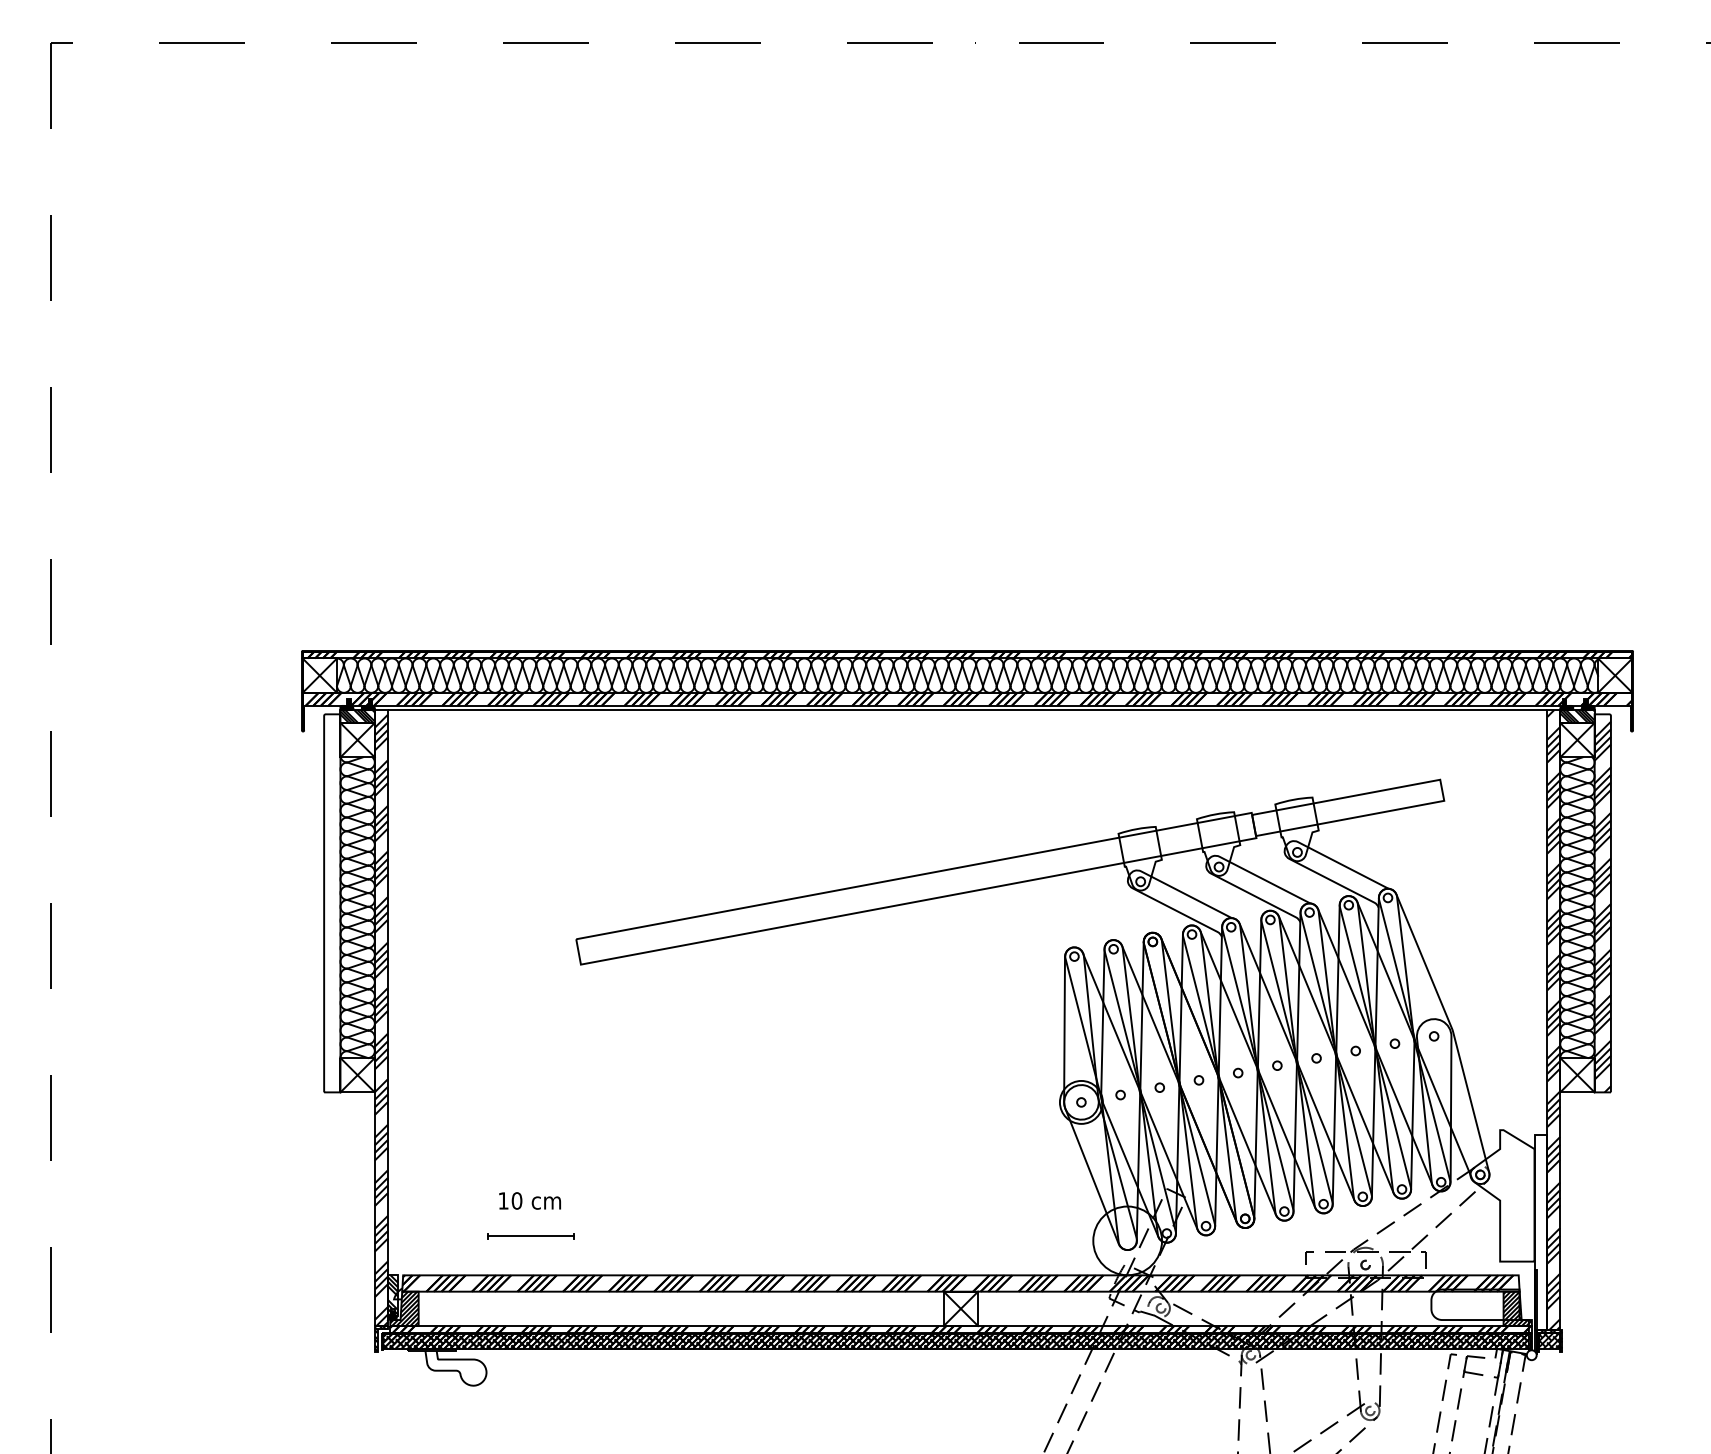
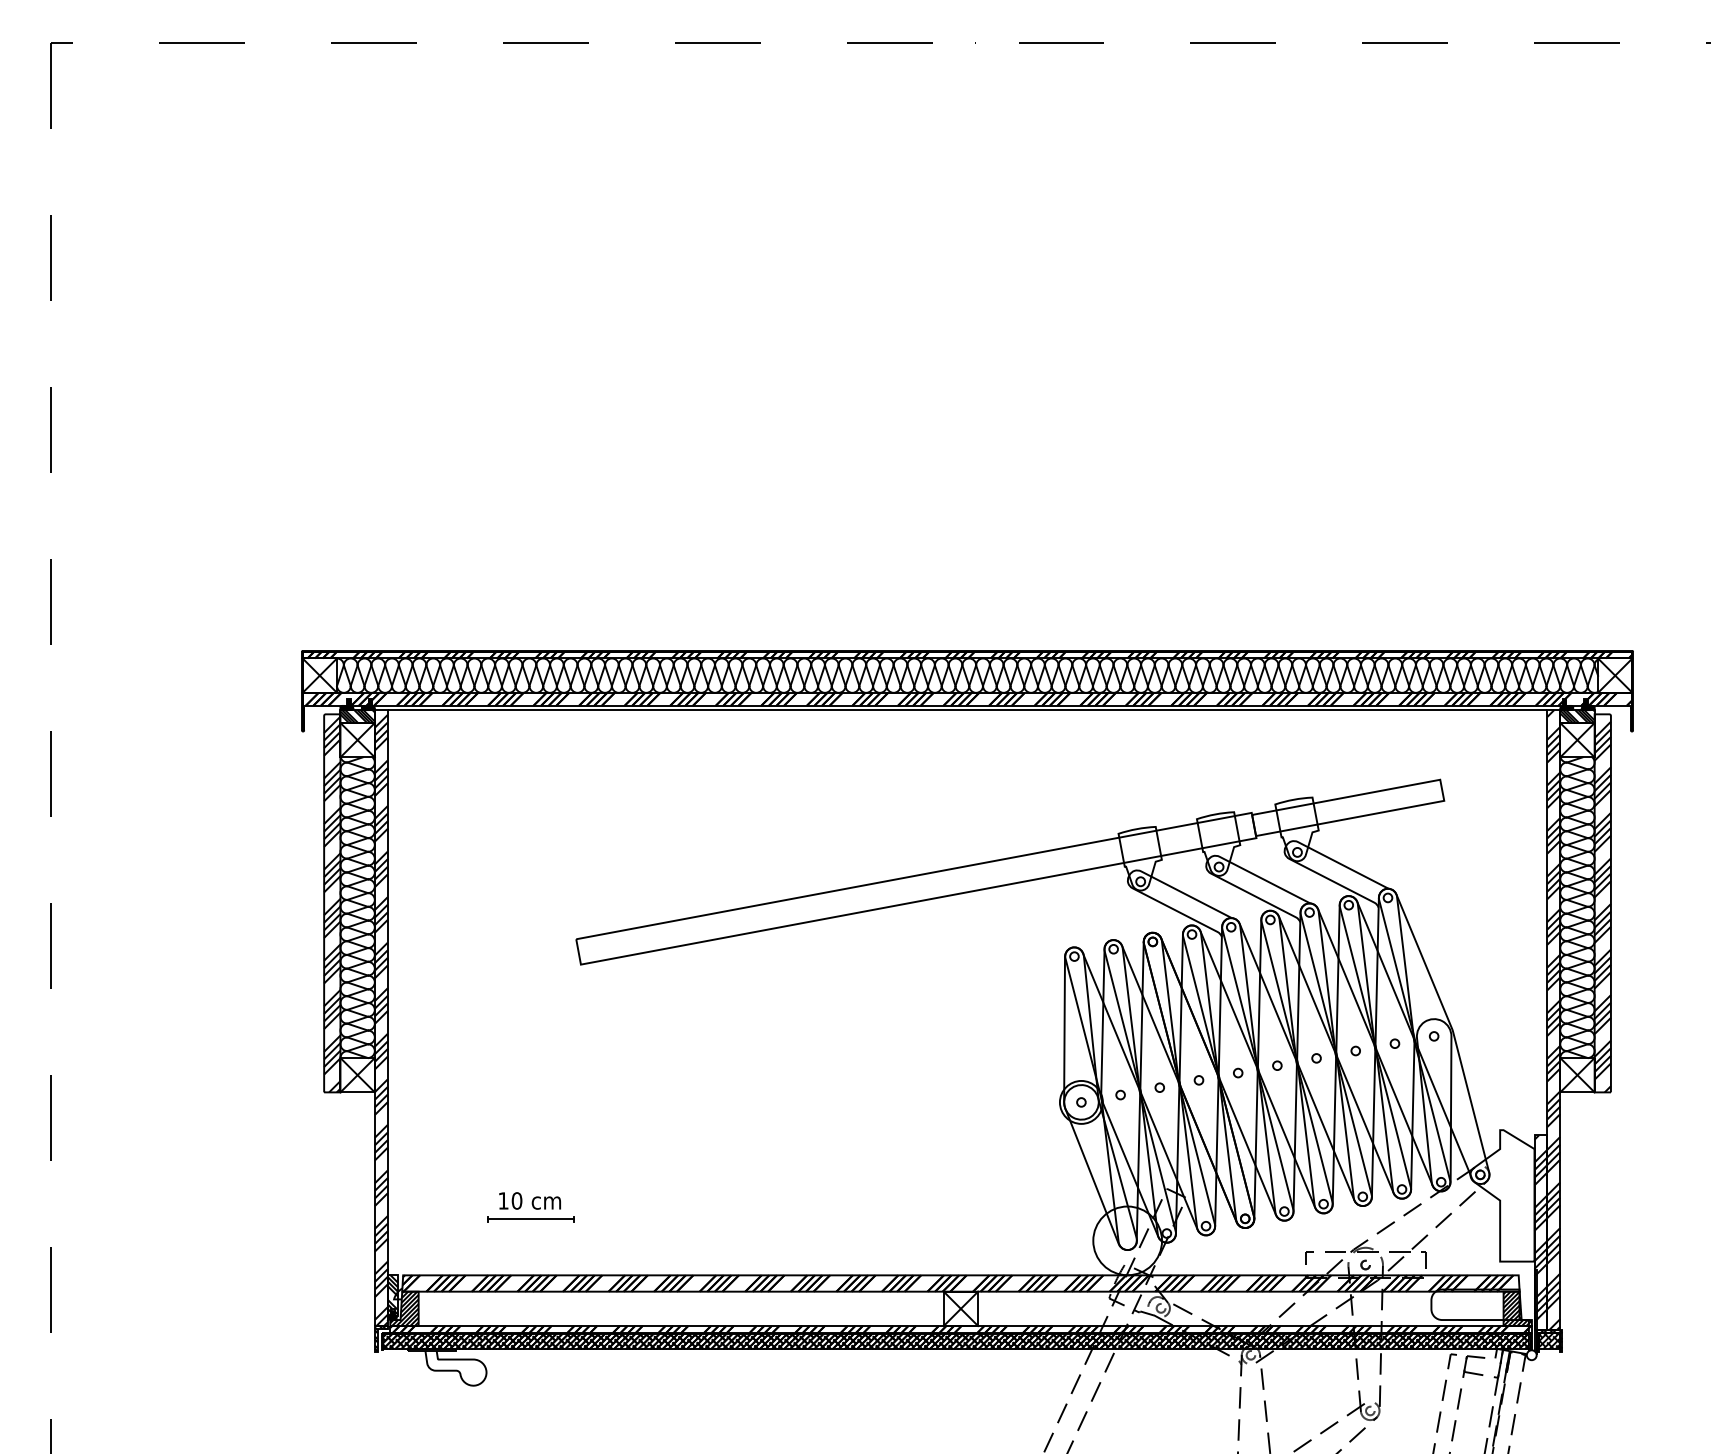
hatch at (332, 904): none -> present
hatch at (1540, 1228): none -> present
part at (530, 1236) position: (530, 1236) -> (530, 1219)
